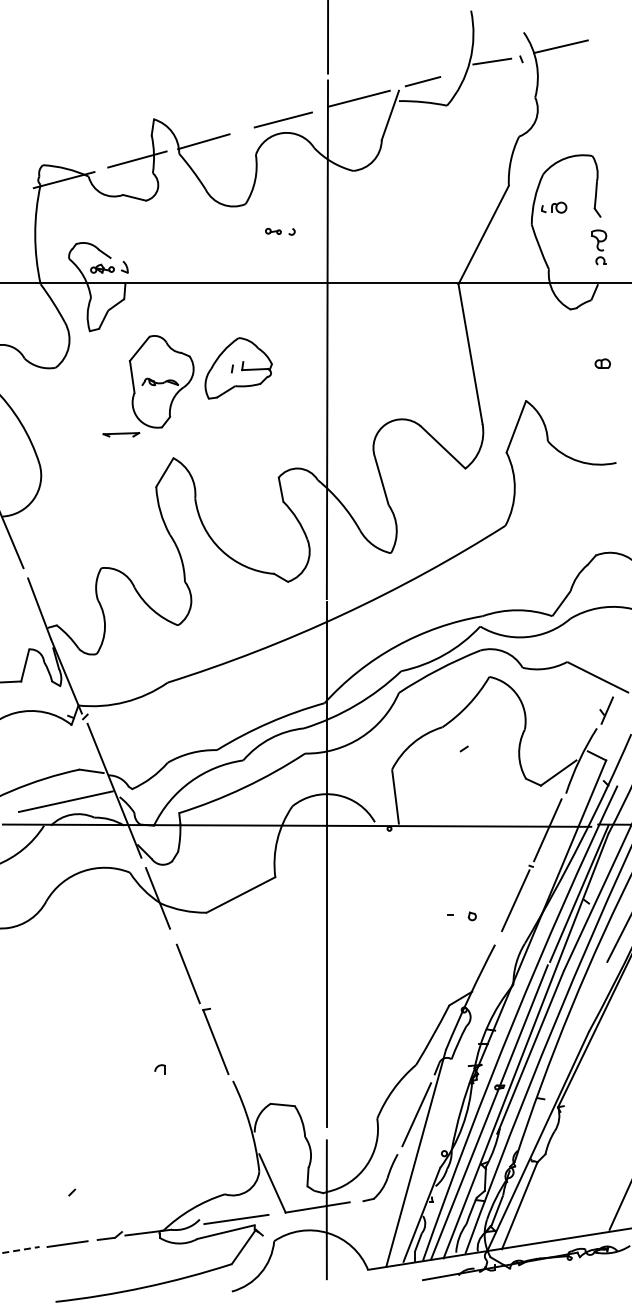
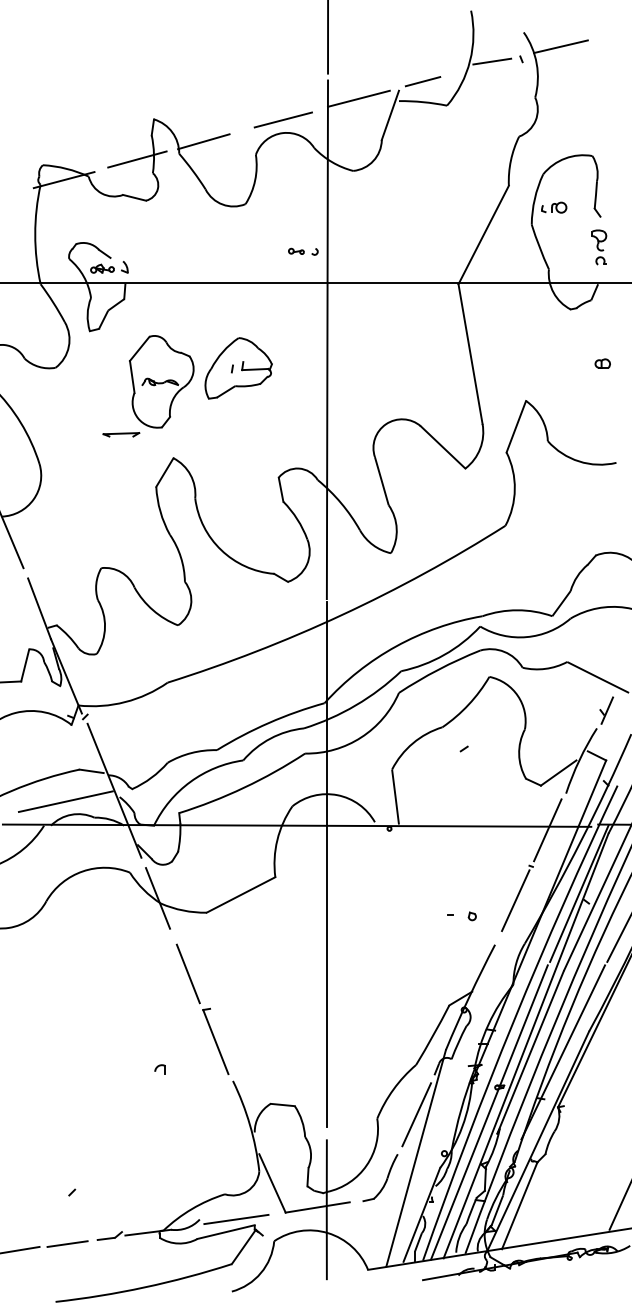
part at (280, 231) position: (280, 231) -> (303, 251)
line at (563, 1052): none -> present
line at (19, 1250): dashed -> solid
